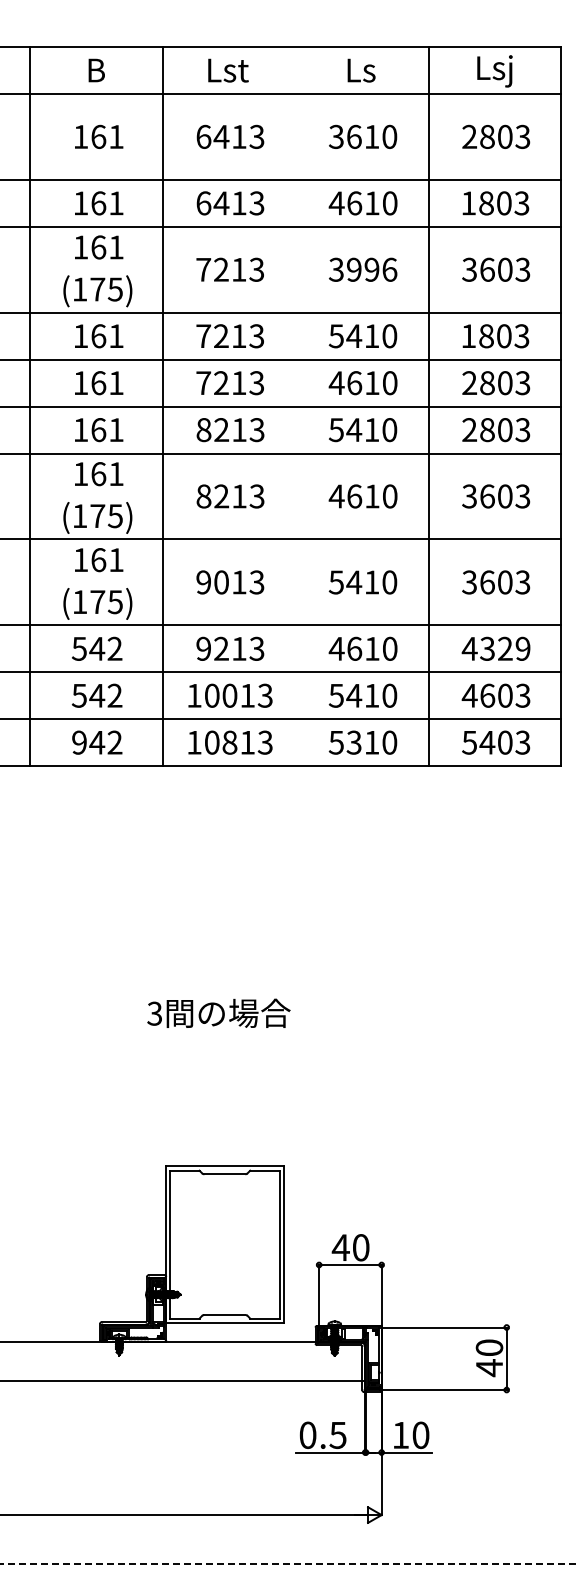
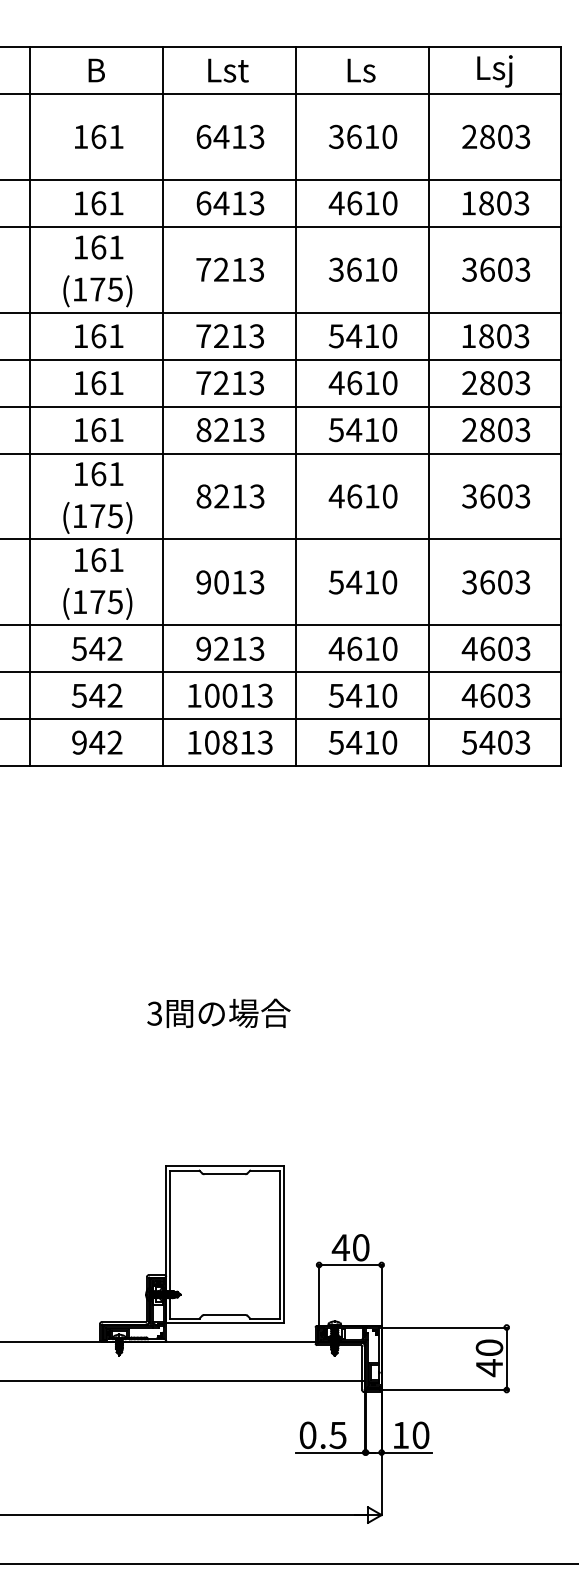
text at (372, 269): 3996 -> 3610
line at (295, 406): none -> present
text at (505, 648): 4329 -> 4603
text at (354, 742): 5310 -> 5410
line at (289, 1564): dashed -> solid
